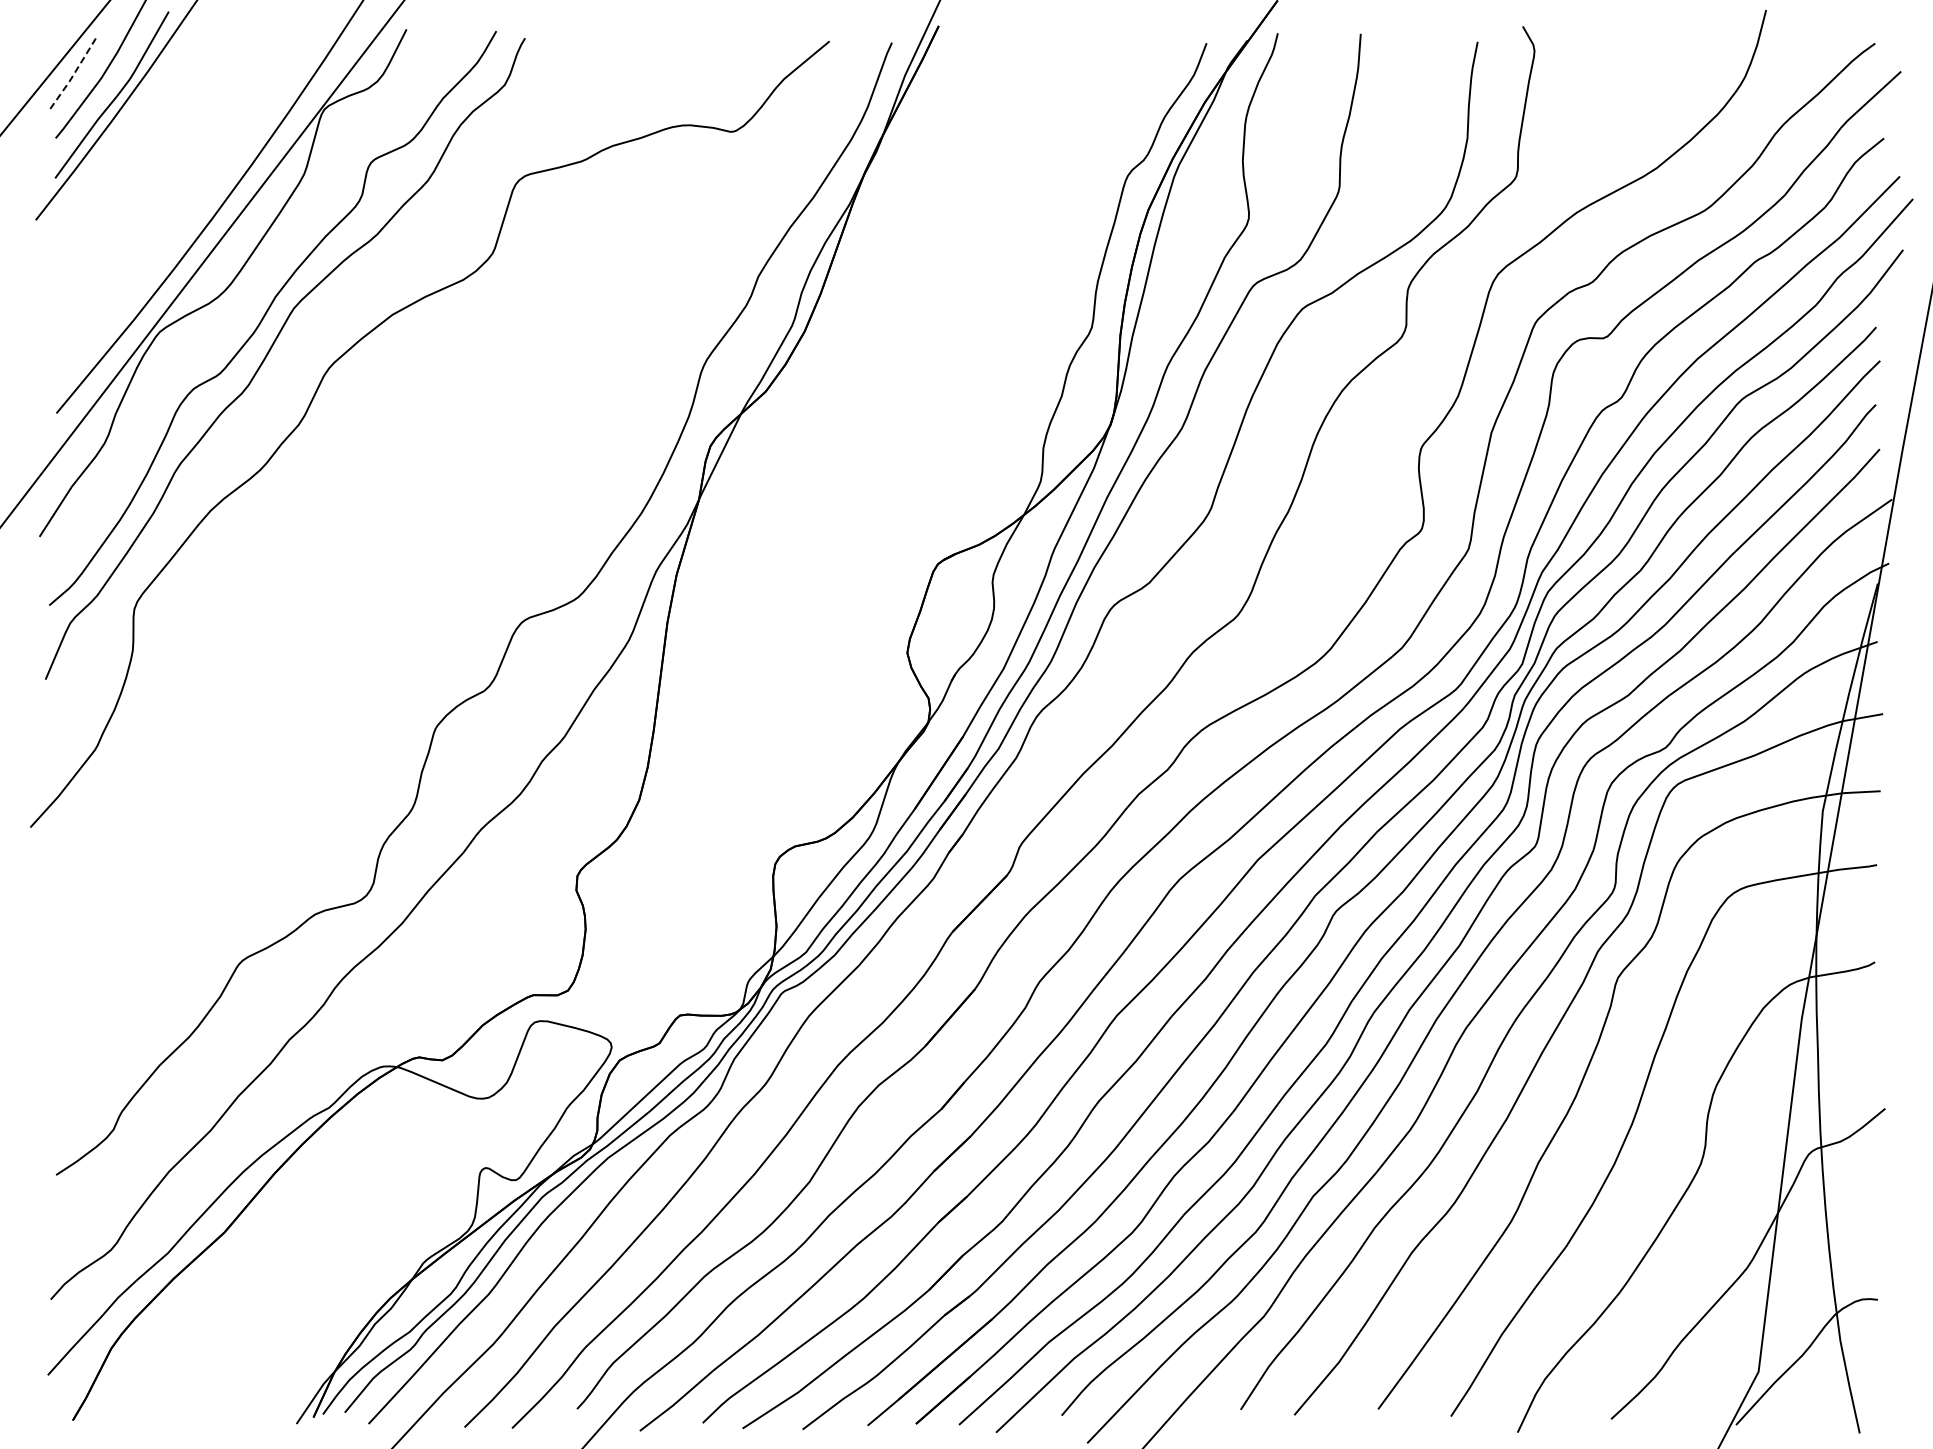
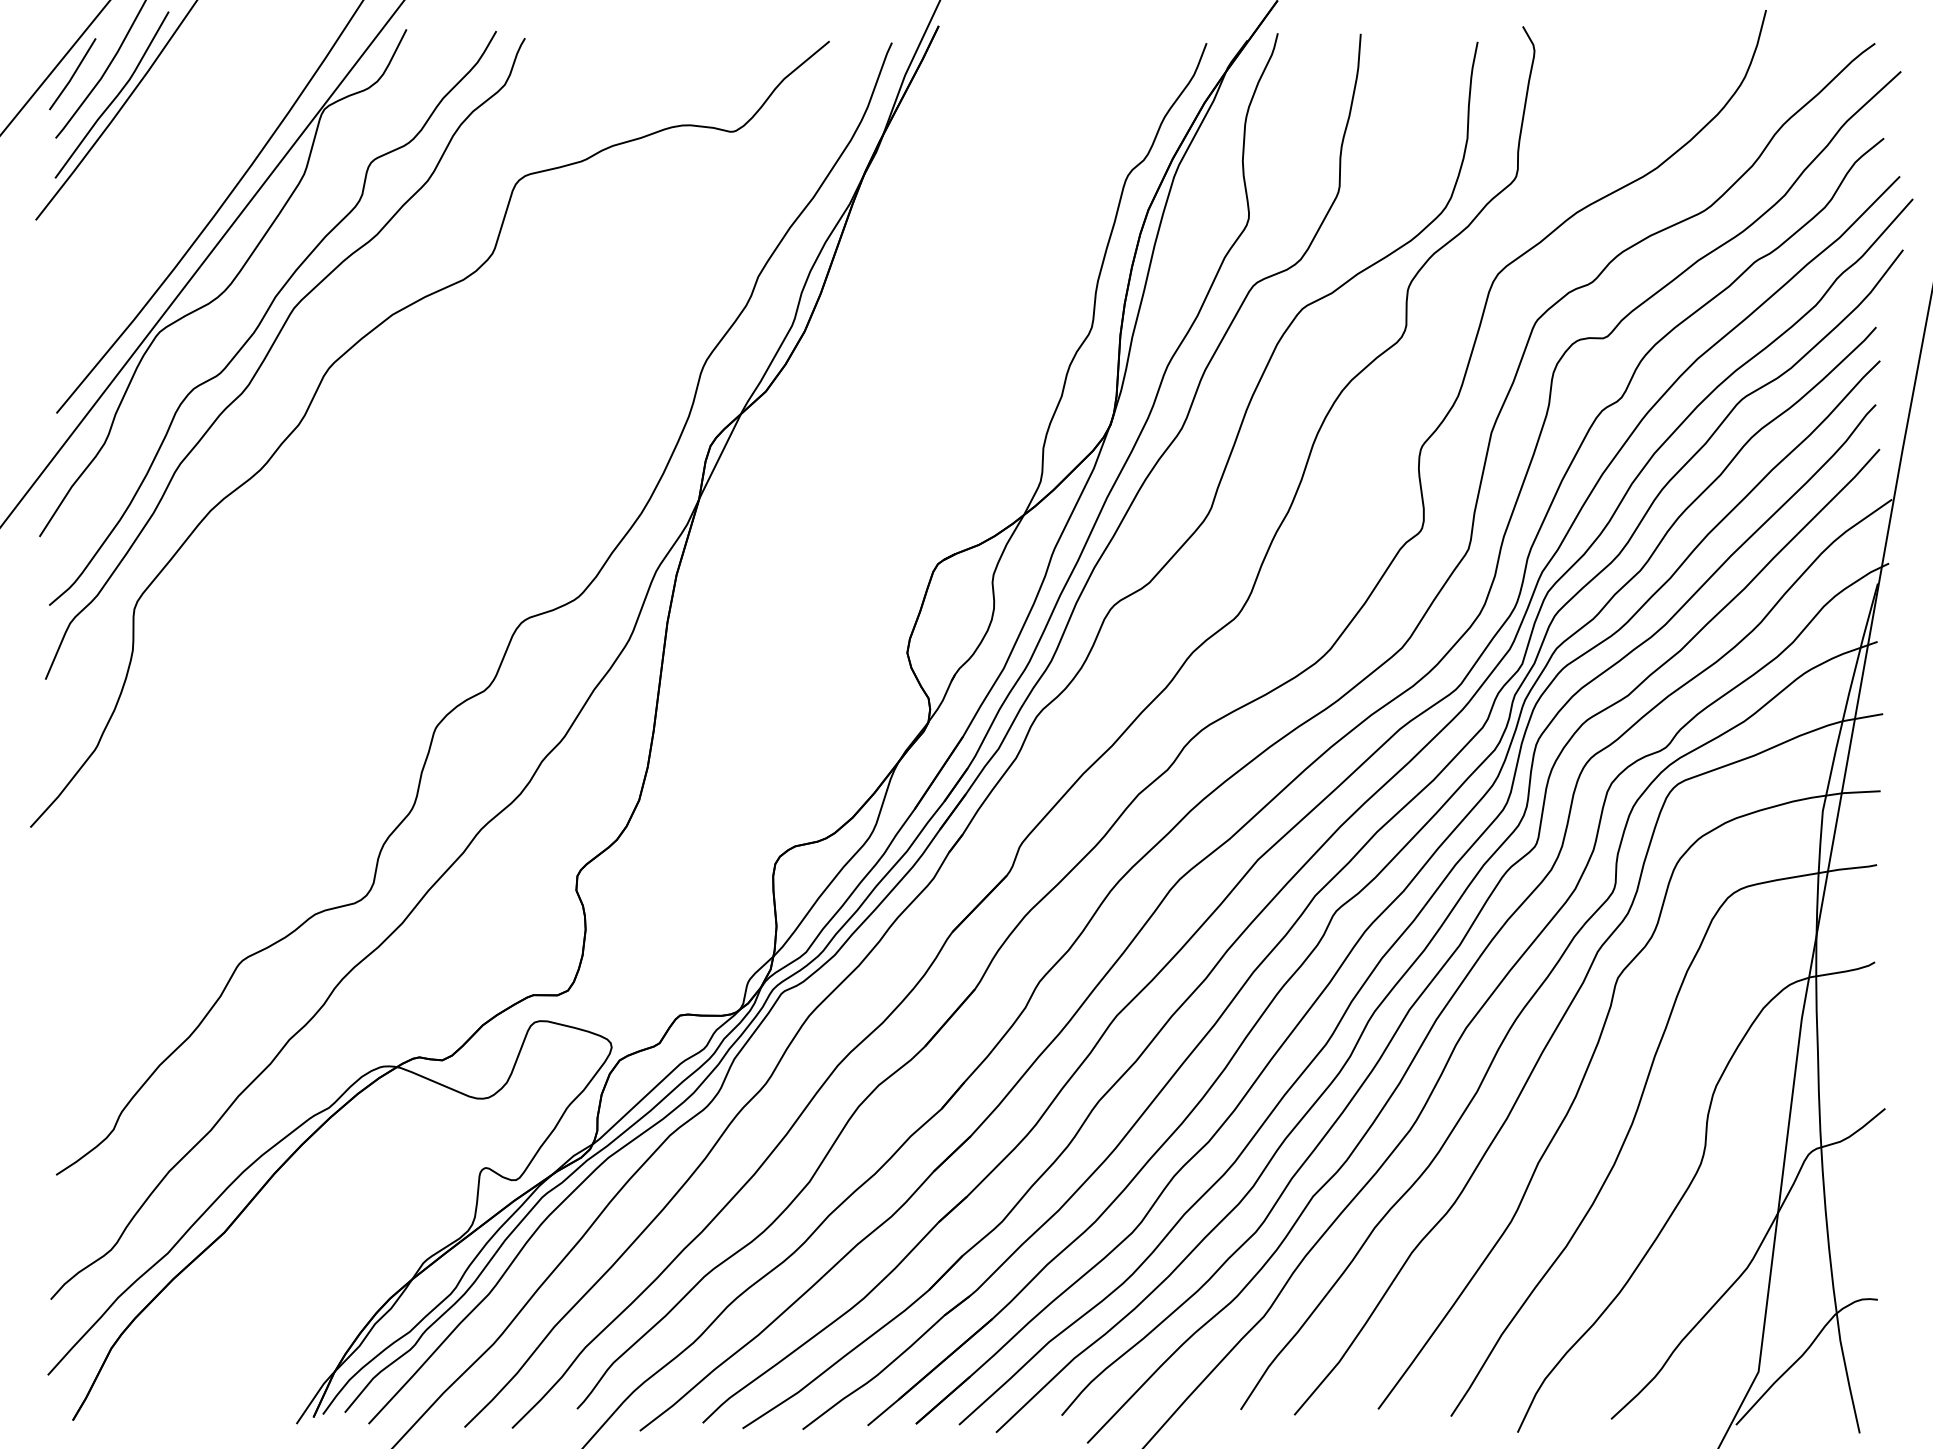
line at (73, 75): dashed -> solid
